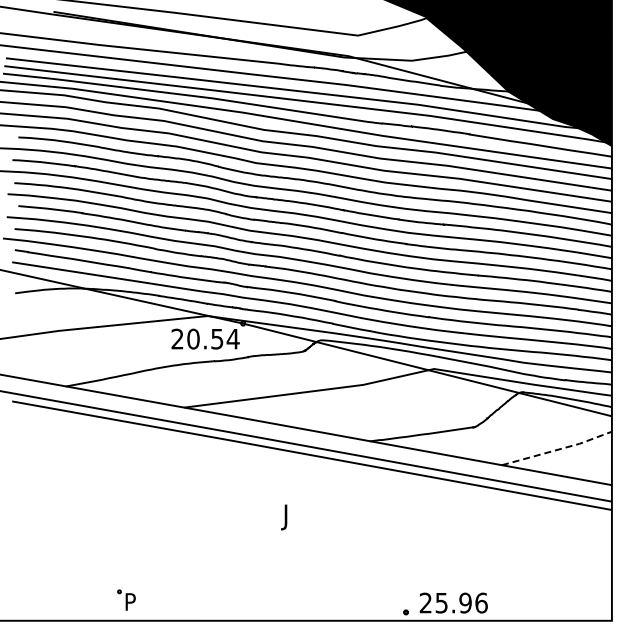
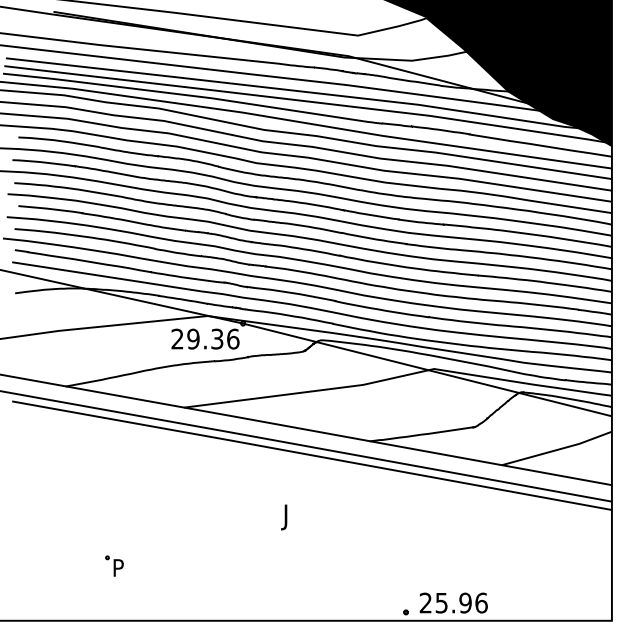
text at (213, 338): 20.54 -> 29.36
line at (558, 449): dashed -> solid
part at (126, 599) position: (126, 599) -> (114, 565)
